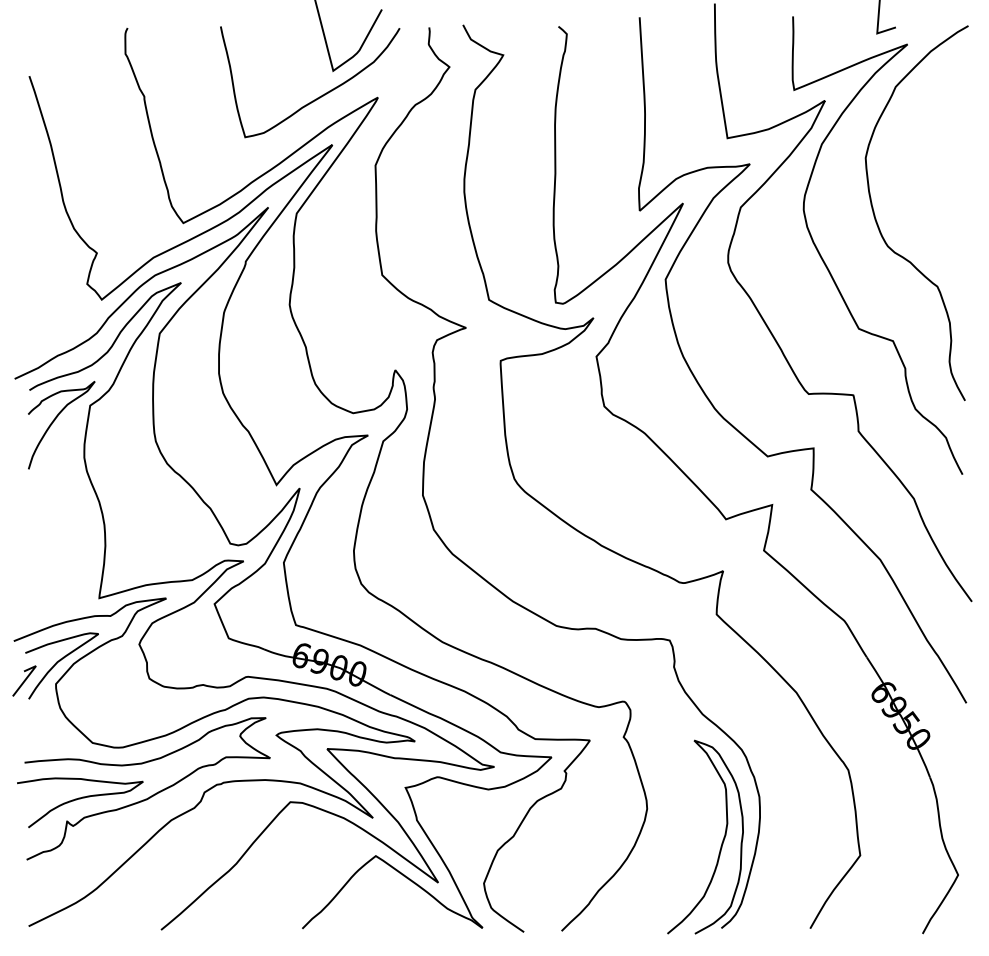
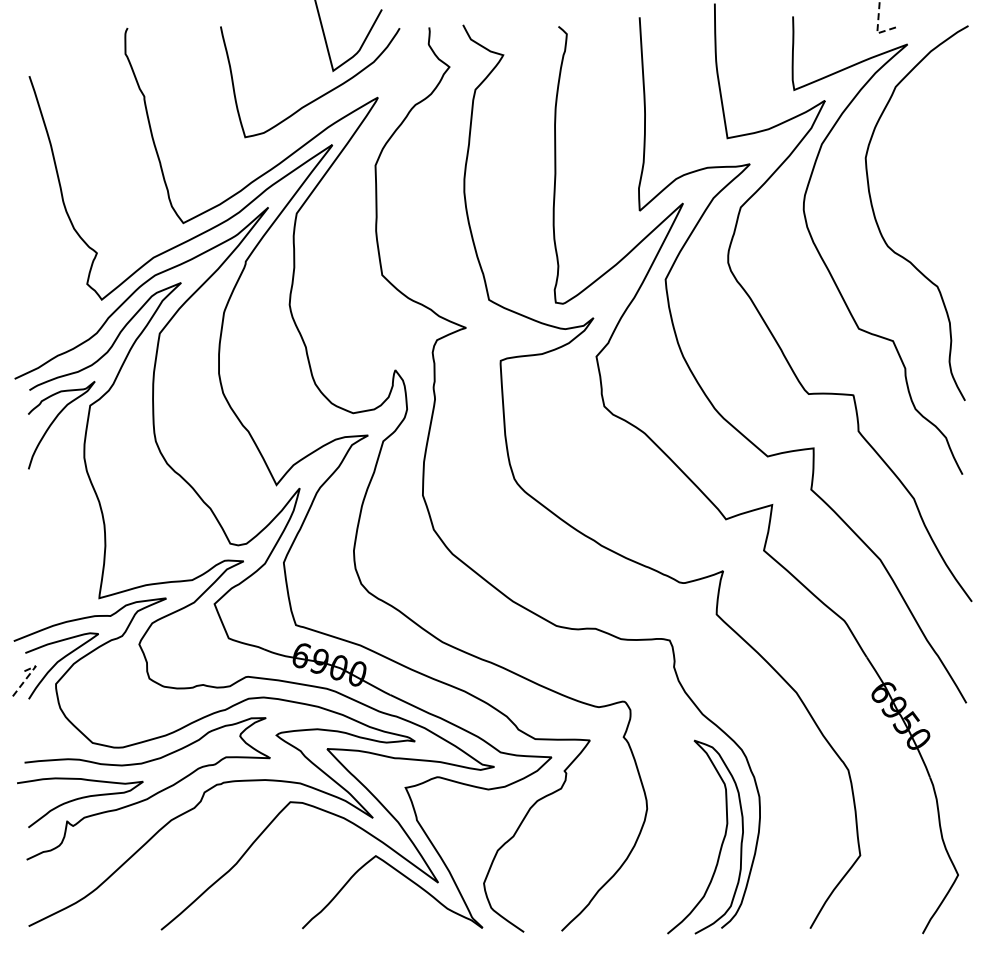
line at (877, 27): solid -> dashed
line at (28, 675): solid -> dashed
